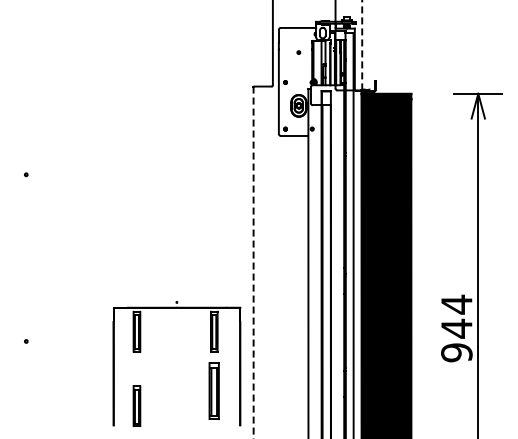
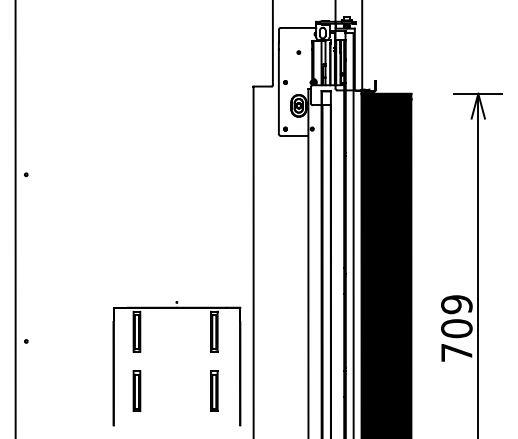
line at (362, 45): dashed -> solid
line at (15, 218): none -> present
line at (253, 262): dashed -> solid
text at (456, 328): 944 -> 709
part at (213, 390) size: 12x58 px -> 9x42 px
part at (136, 405) position: (136, 405) -> (136, 390)
